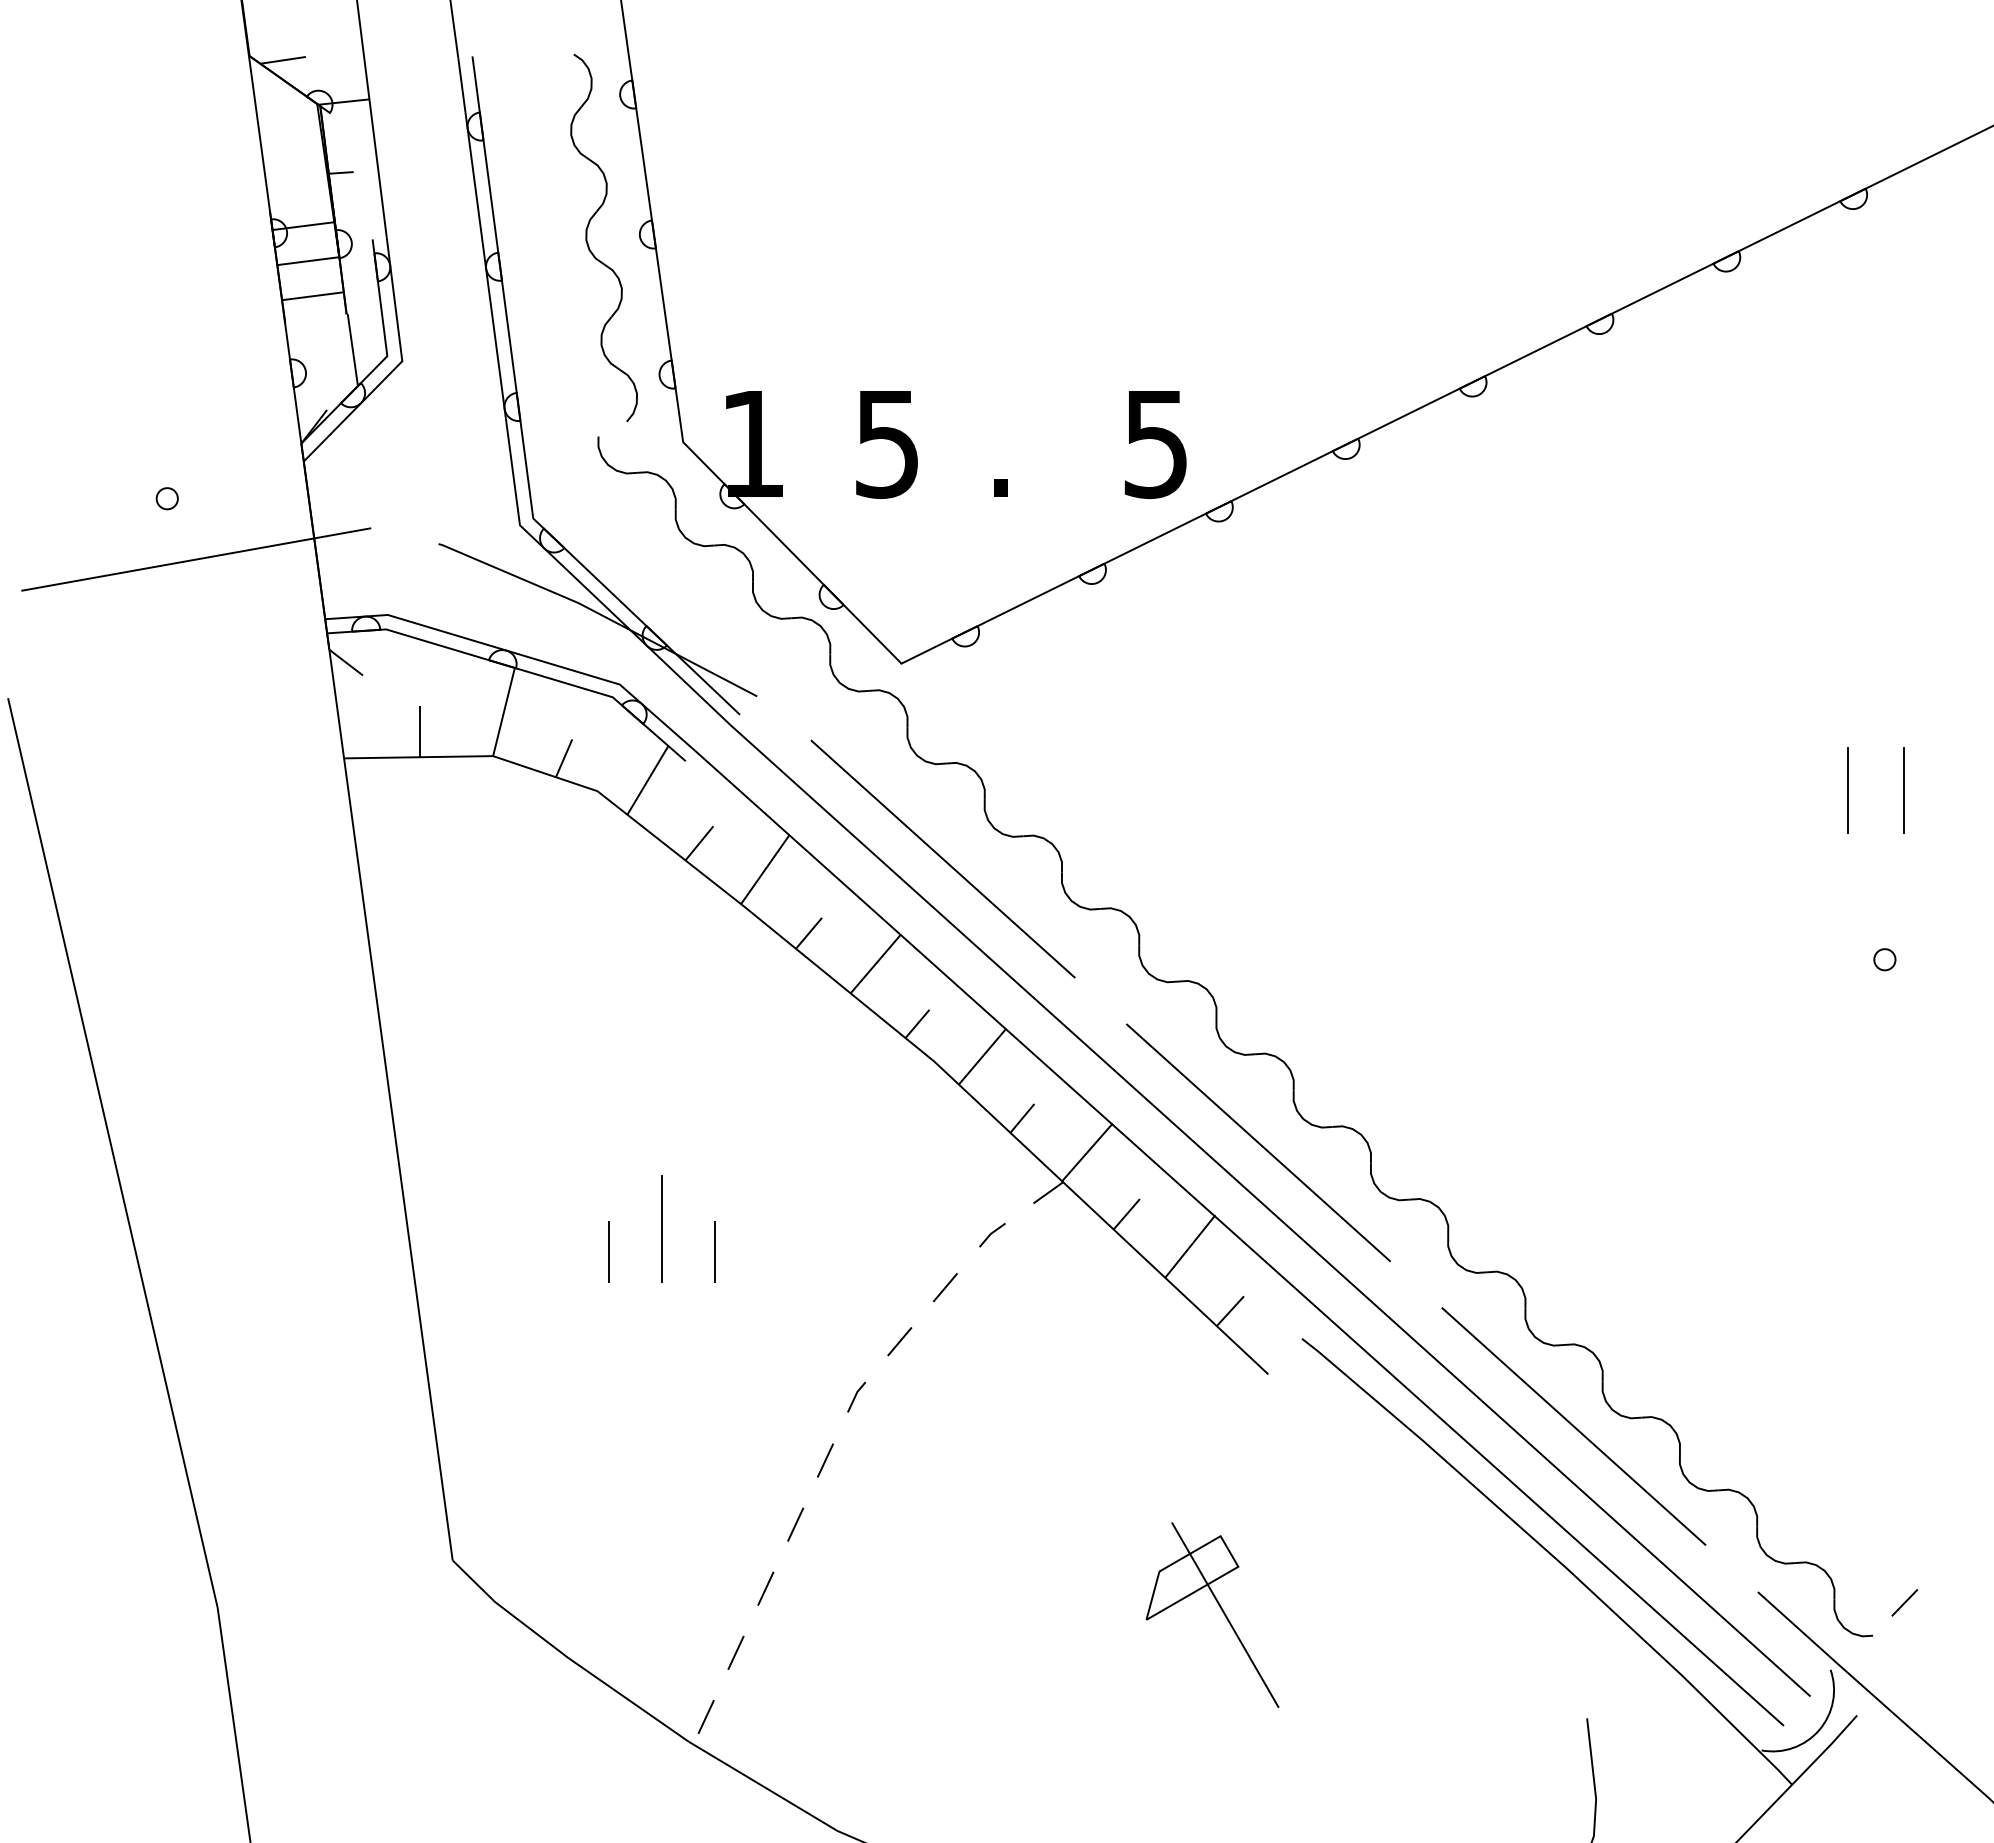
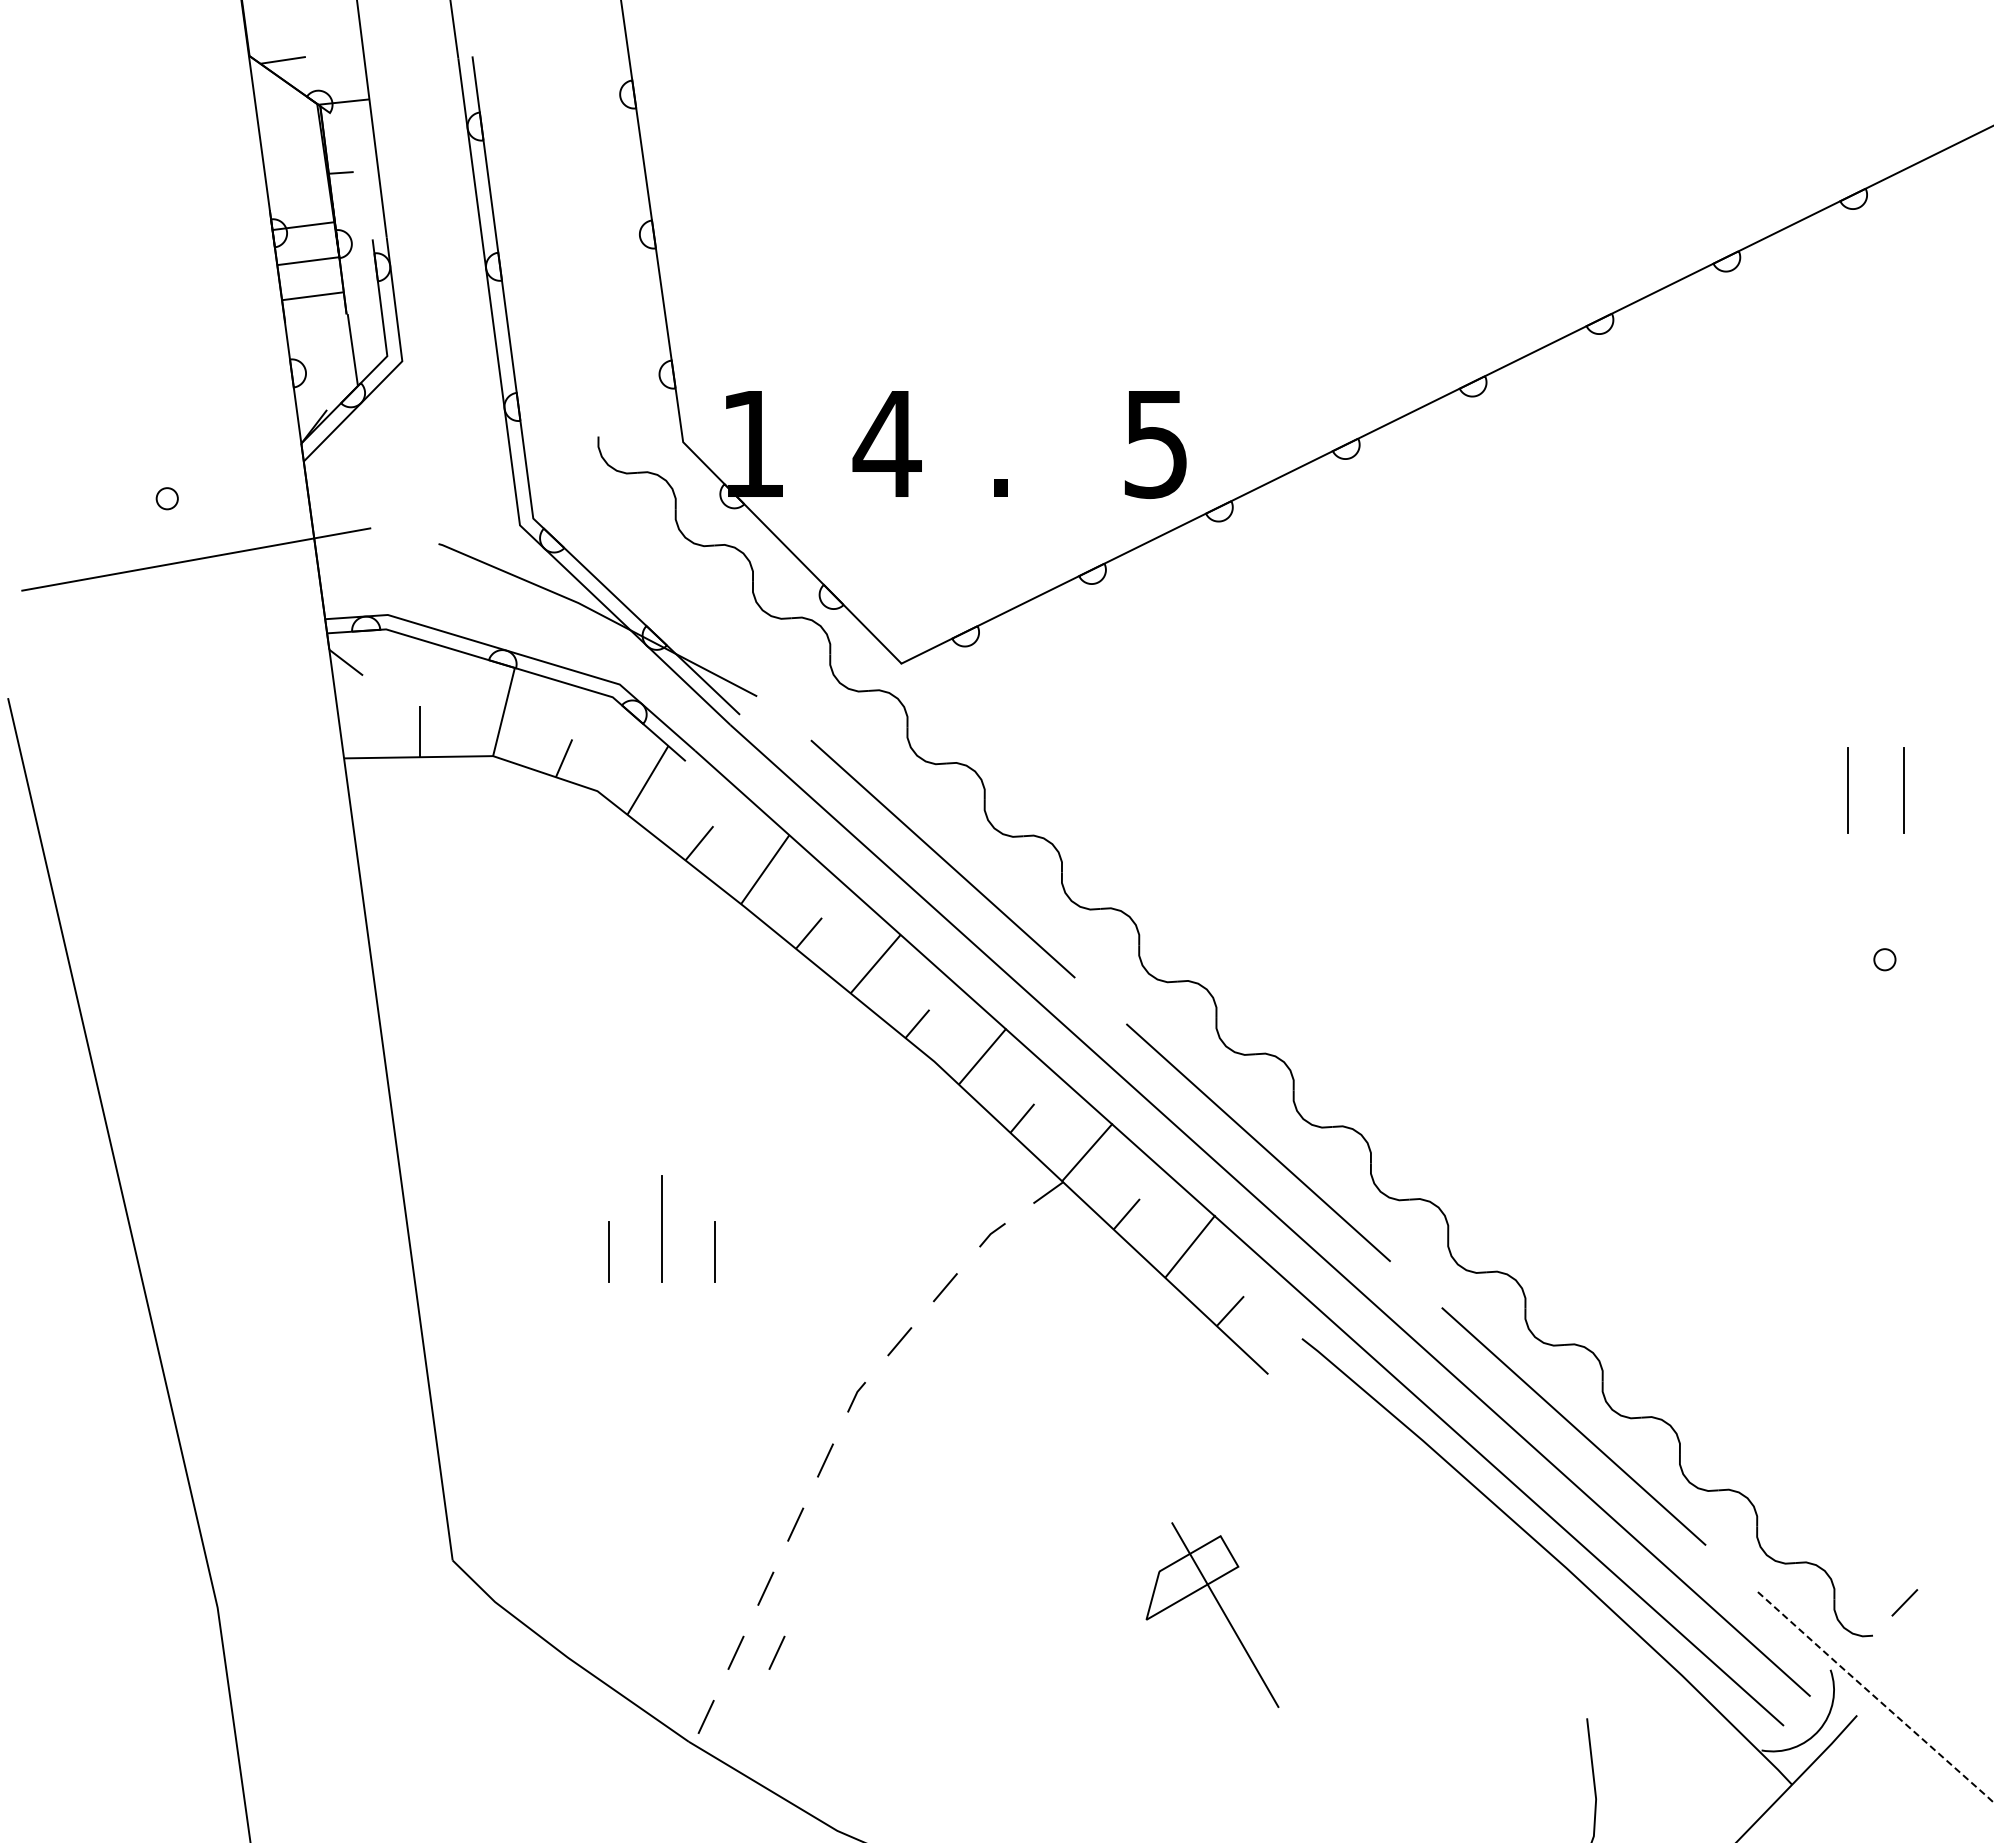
part at (587, 237): present -> none
text at (886, 445): 5 -> 4
line at (776, 1652): none -> present
line at (1876, 1697): solid -> dashed
